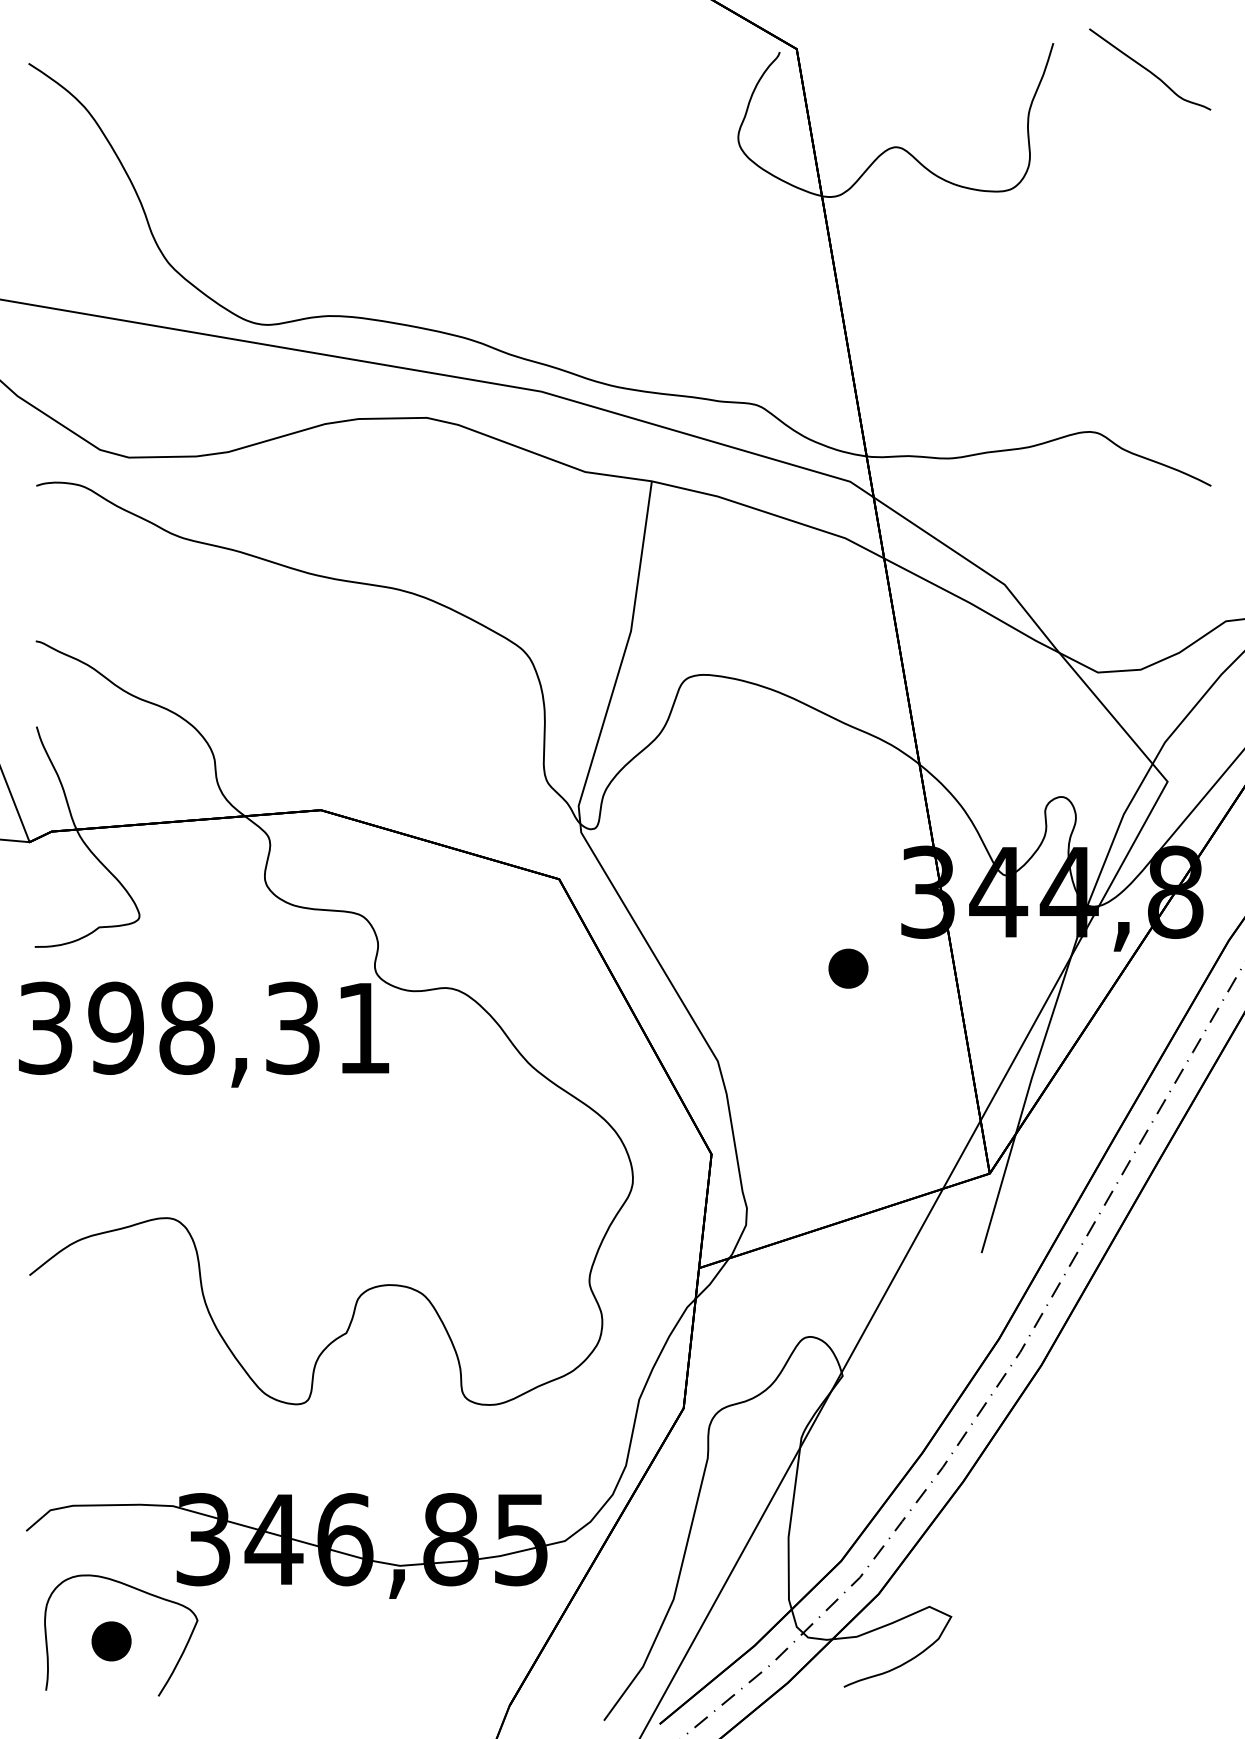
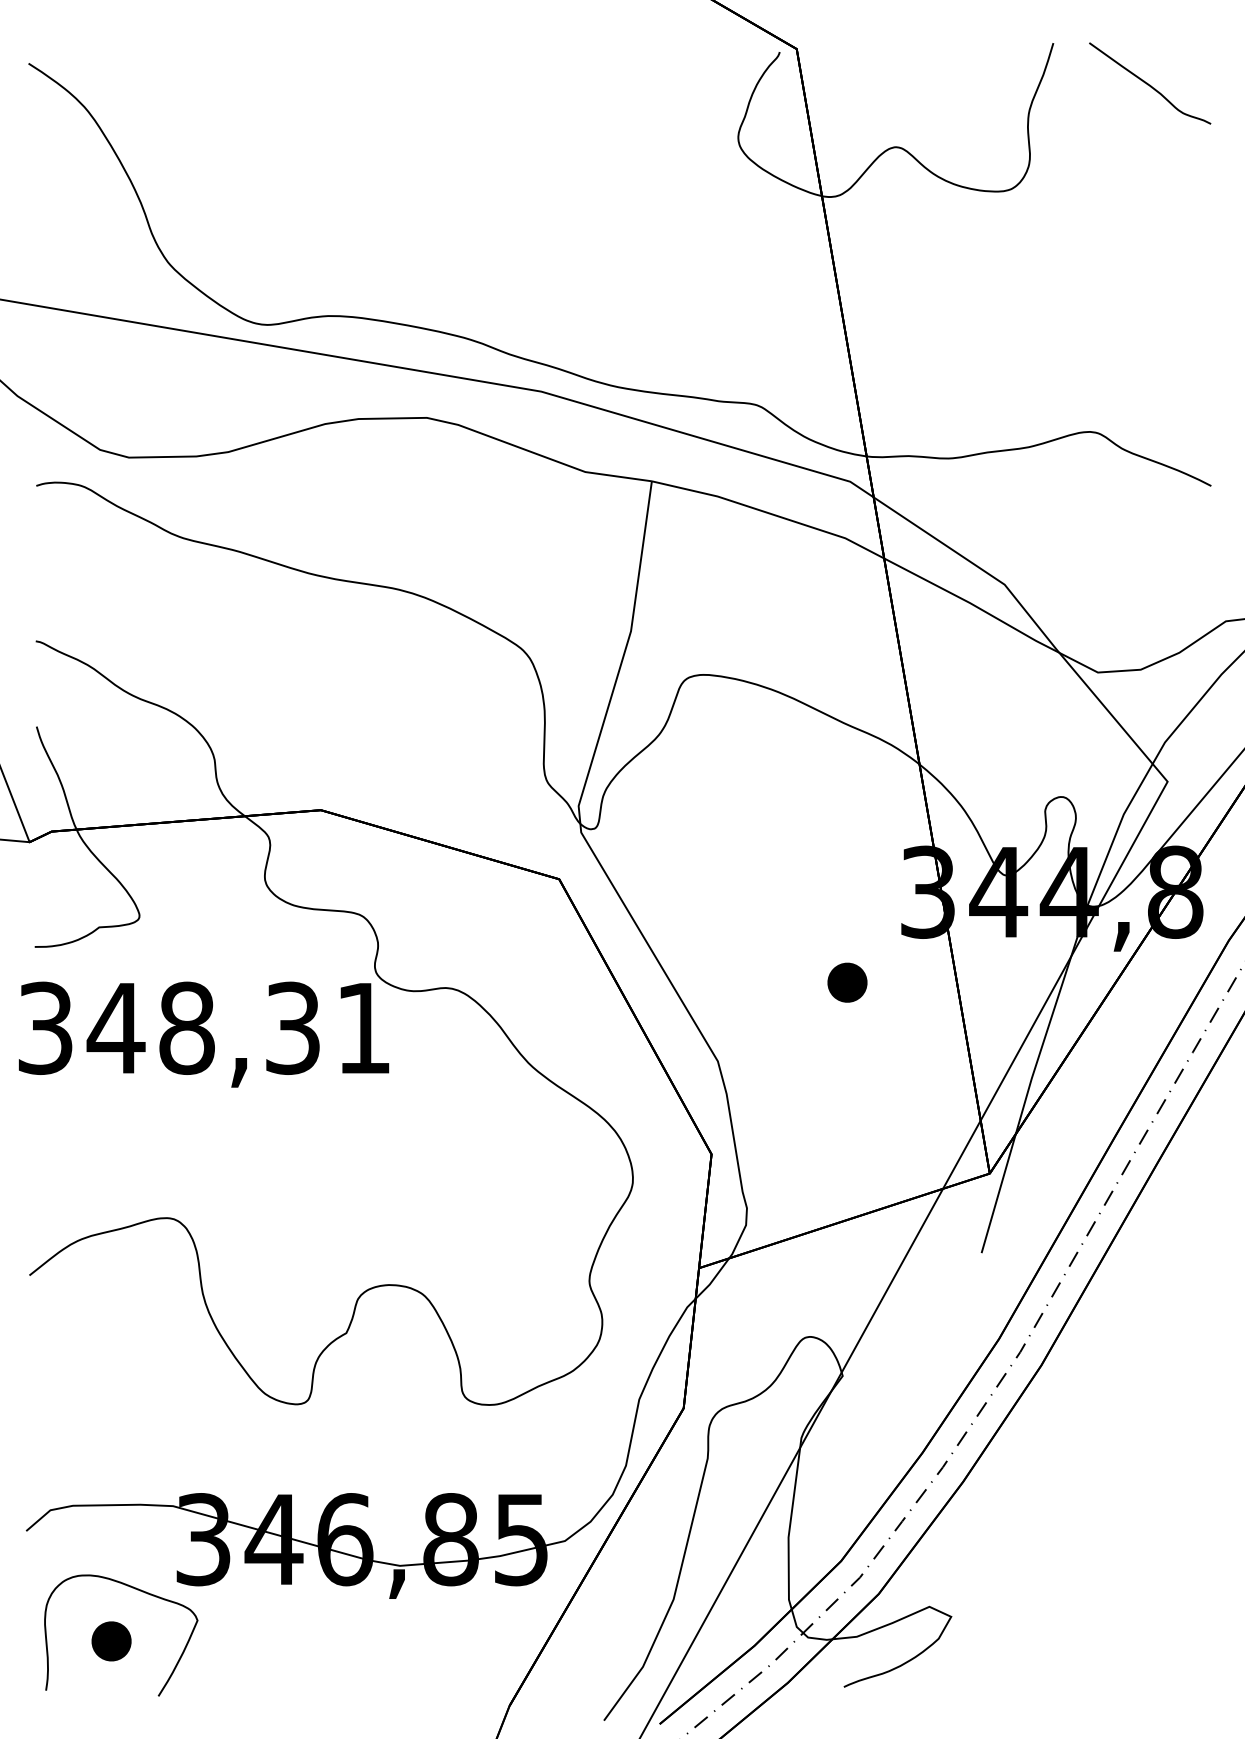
curve at (1150, 70) position: (1150, 70) -> (1150, 84)
part at (848, 968) position: (848, 968) -> (847, 982)
text at (115, 1027): 398,31 -> 348,31
